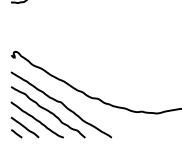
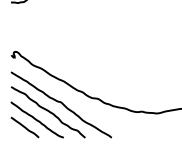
line at (16, 133): present -> none
